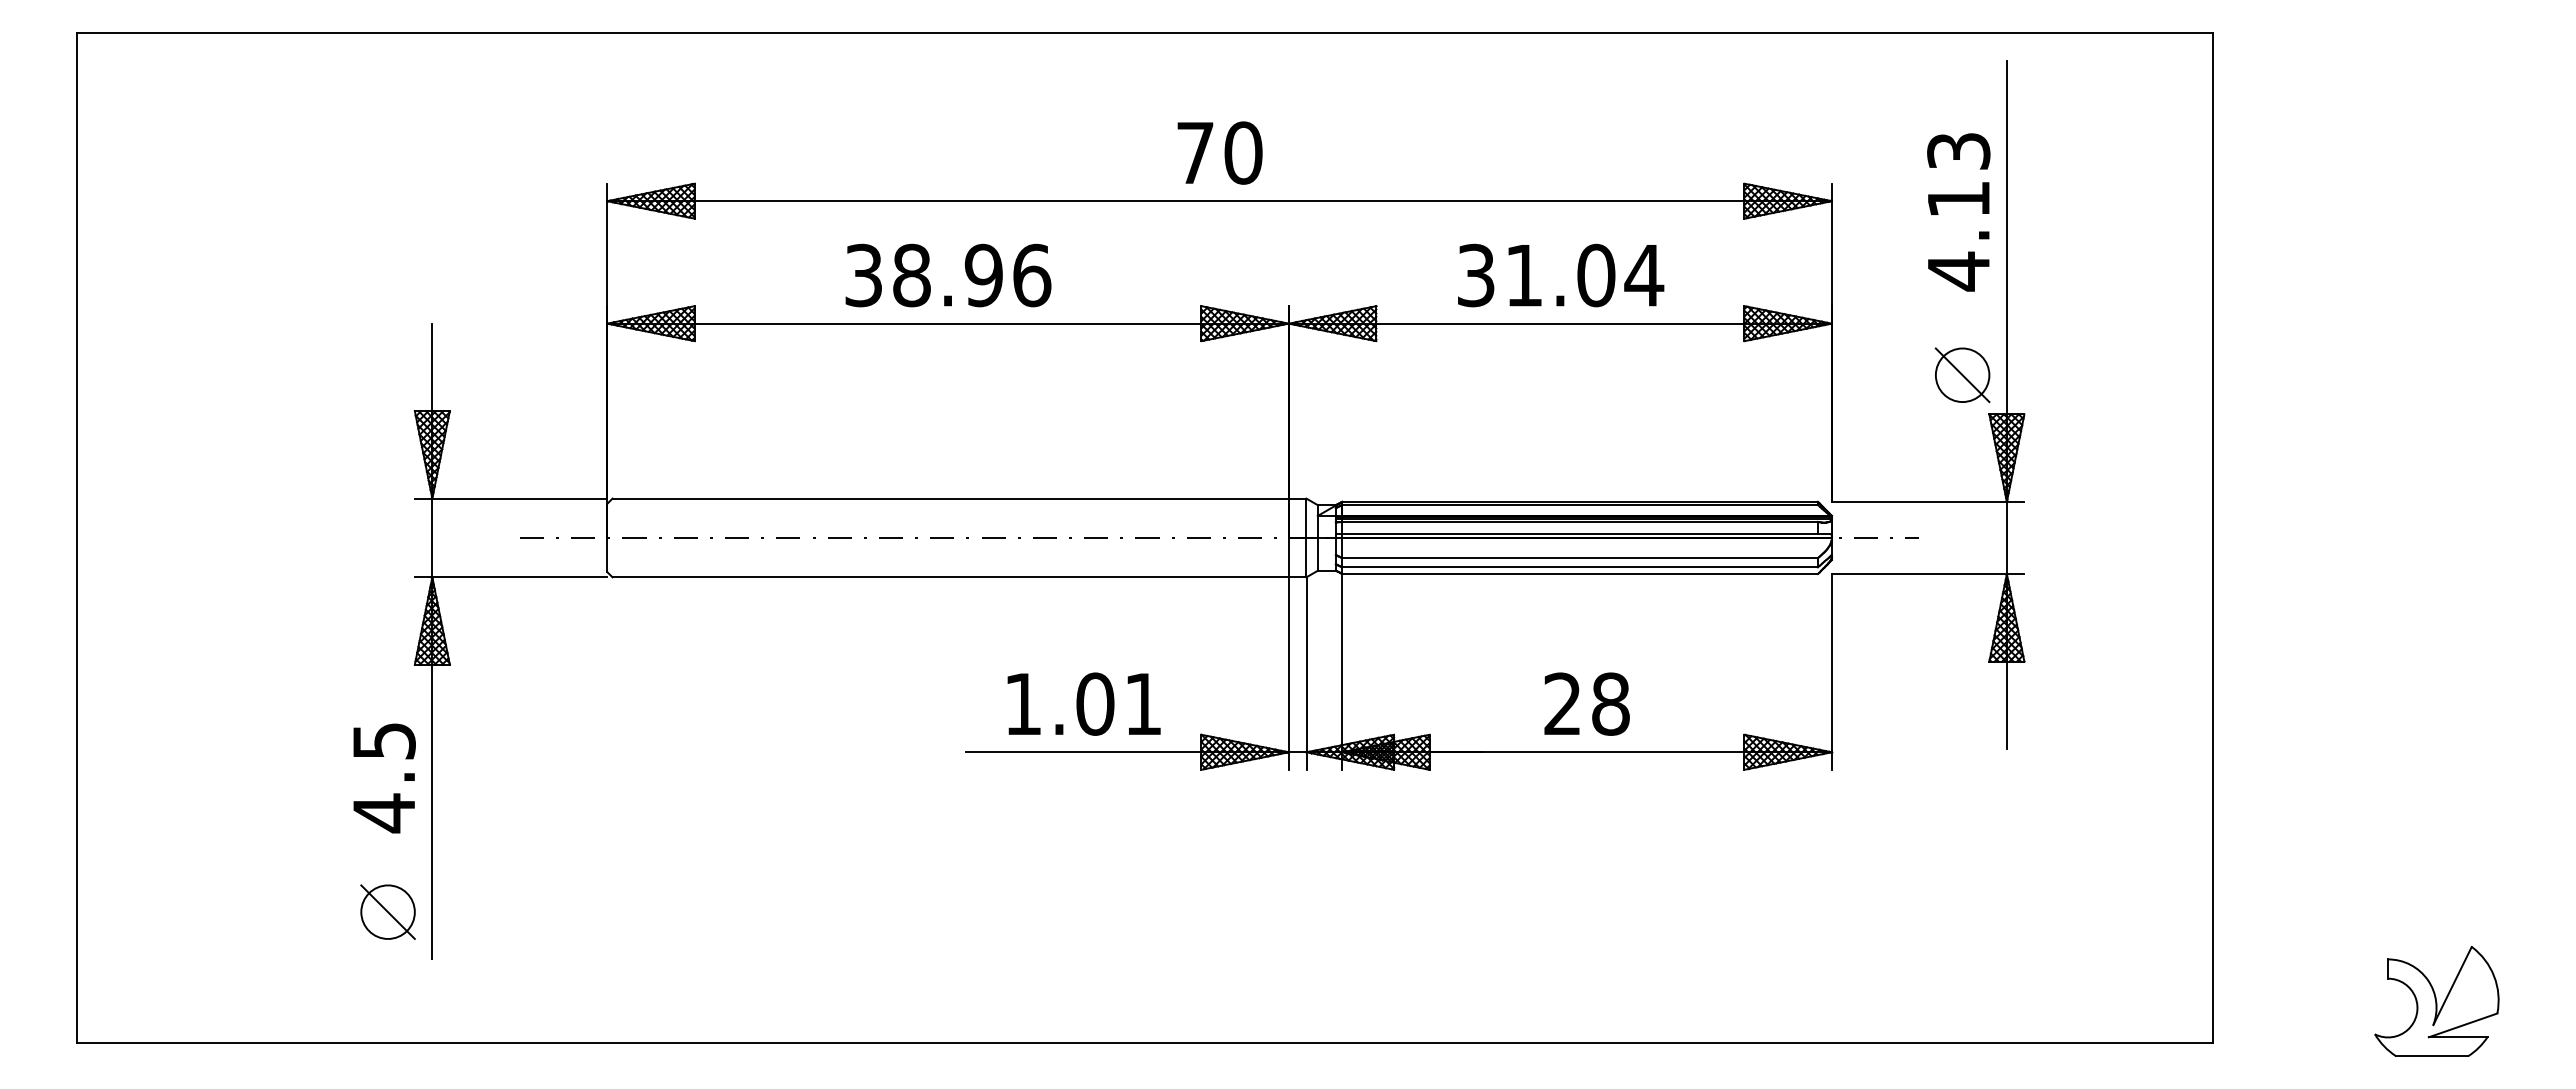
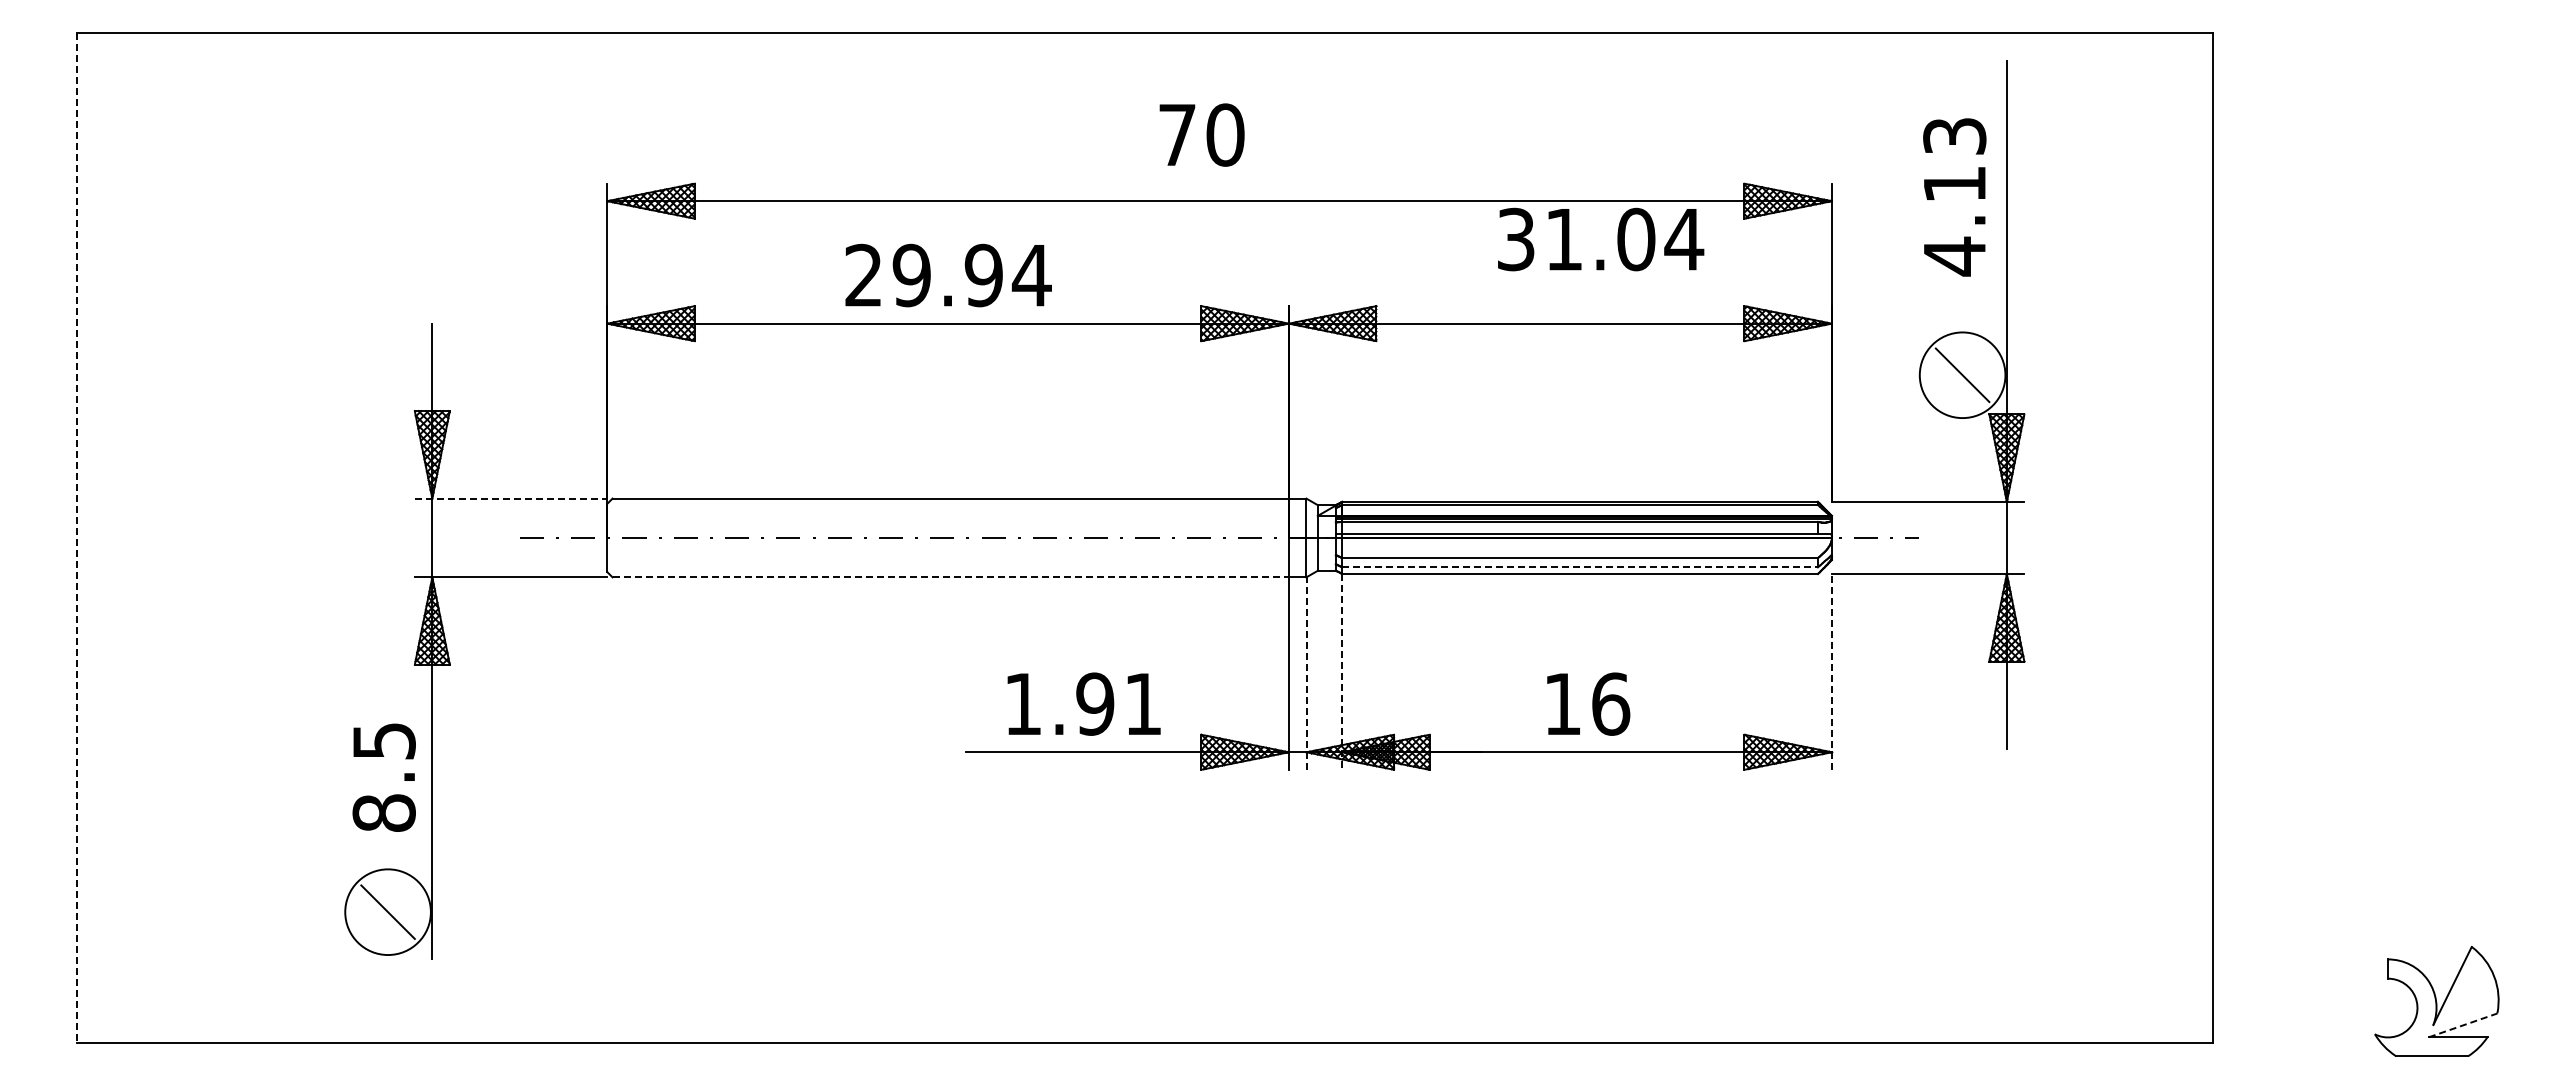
text at (1219, 152) position: (1219, 152) -> (1201, 134)
text at (1958, 212) position: (1958, 212) -> (1954, 197)
text at (948, 275): 38.96 -> 29.94
text at (1561, 275) position: (1561, 275) -> (1601, 239)
circle at (1962, 375) diameter: 54 px -> 86 px
line at (511, 498): solid -> dashed
line at (77, 538): solid -> dashed
line at (1580, 567): solid -> dashed
line at (951, 577): solid -> dashed
line at (1342, 671): solid -> dashed
line at (1831, 671): solid -> dashed
line at (1306, 673): solid -> dashed
text at (1095, 703): 1.01 -> 1.91
text at (1587, 703): 28 -> 16
text at (383, 813): 4.5 -> 8.5
circle at (387, 911) diameter: 54 px -> 86 px
line at (2463, 1025): solid -> dashed
